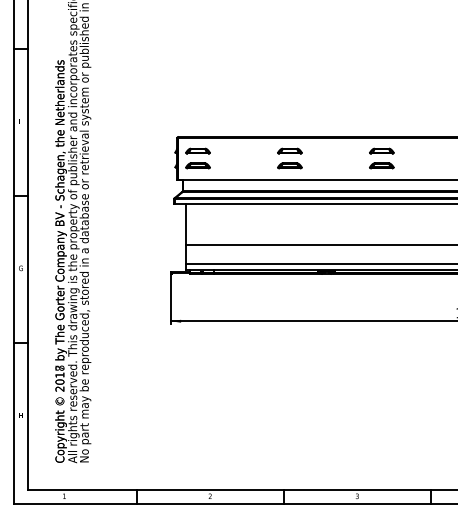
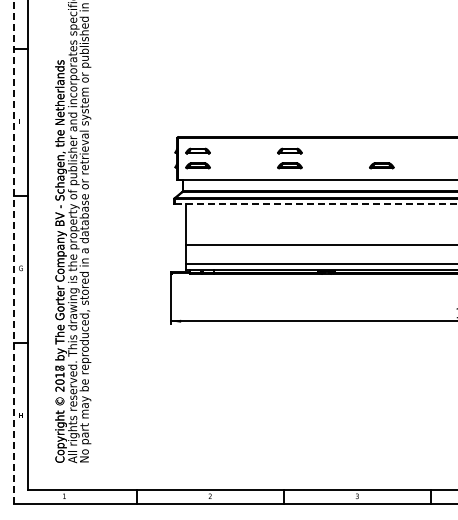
part at (381, 150): present -> none
line at (316, 204): solid -> dashed
line at (13, 252): solid -> dashed
